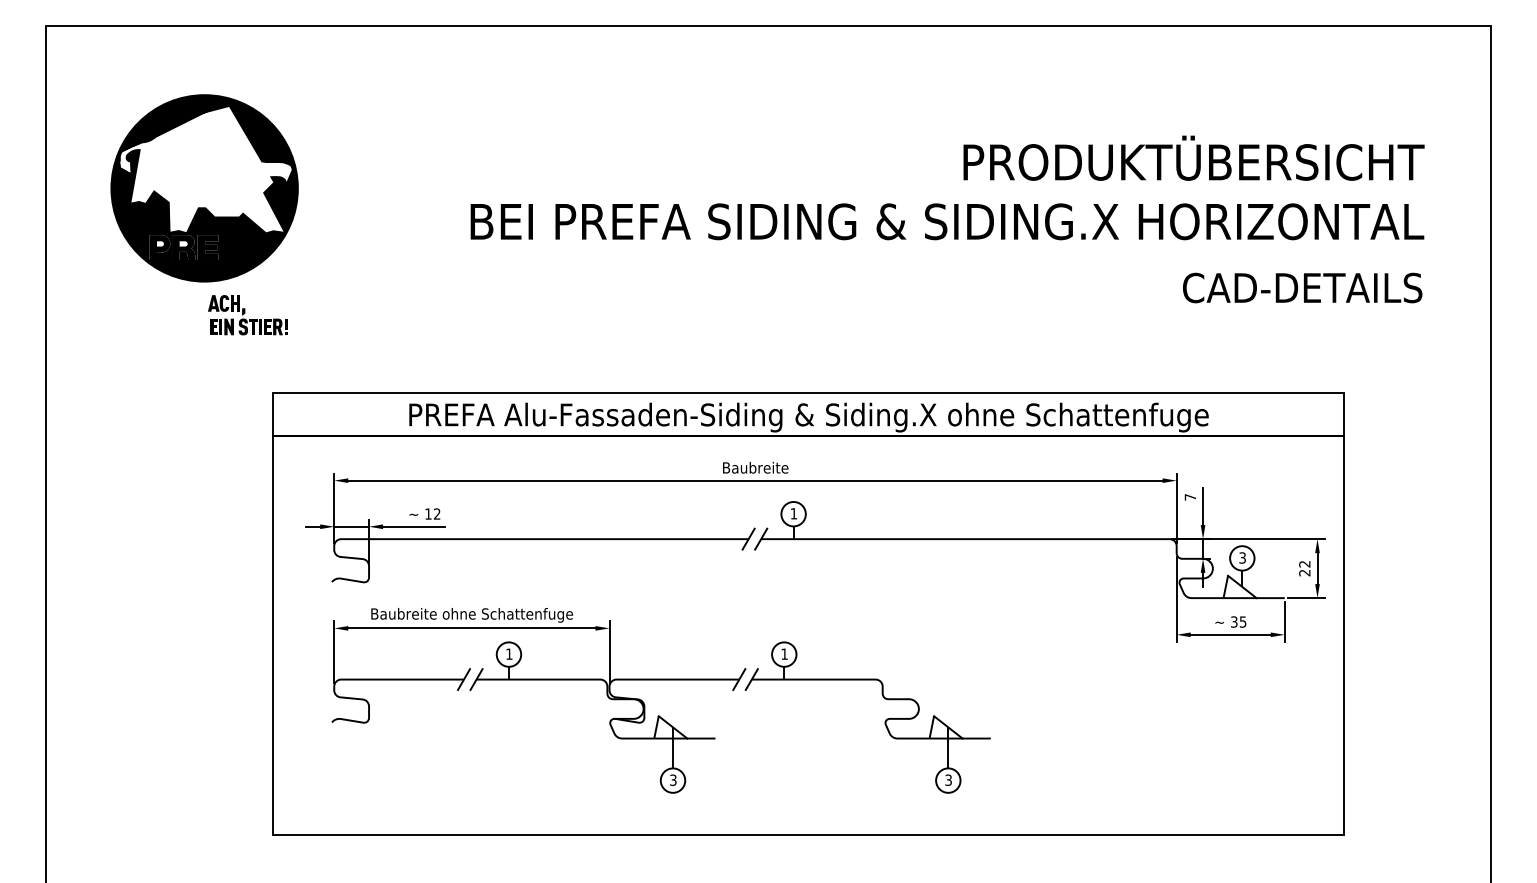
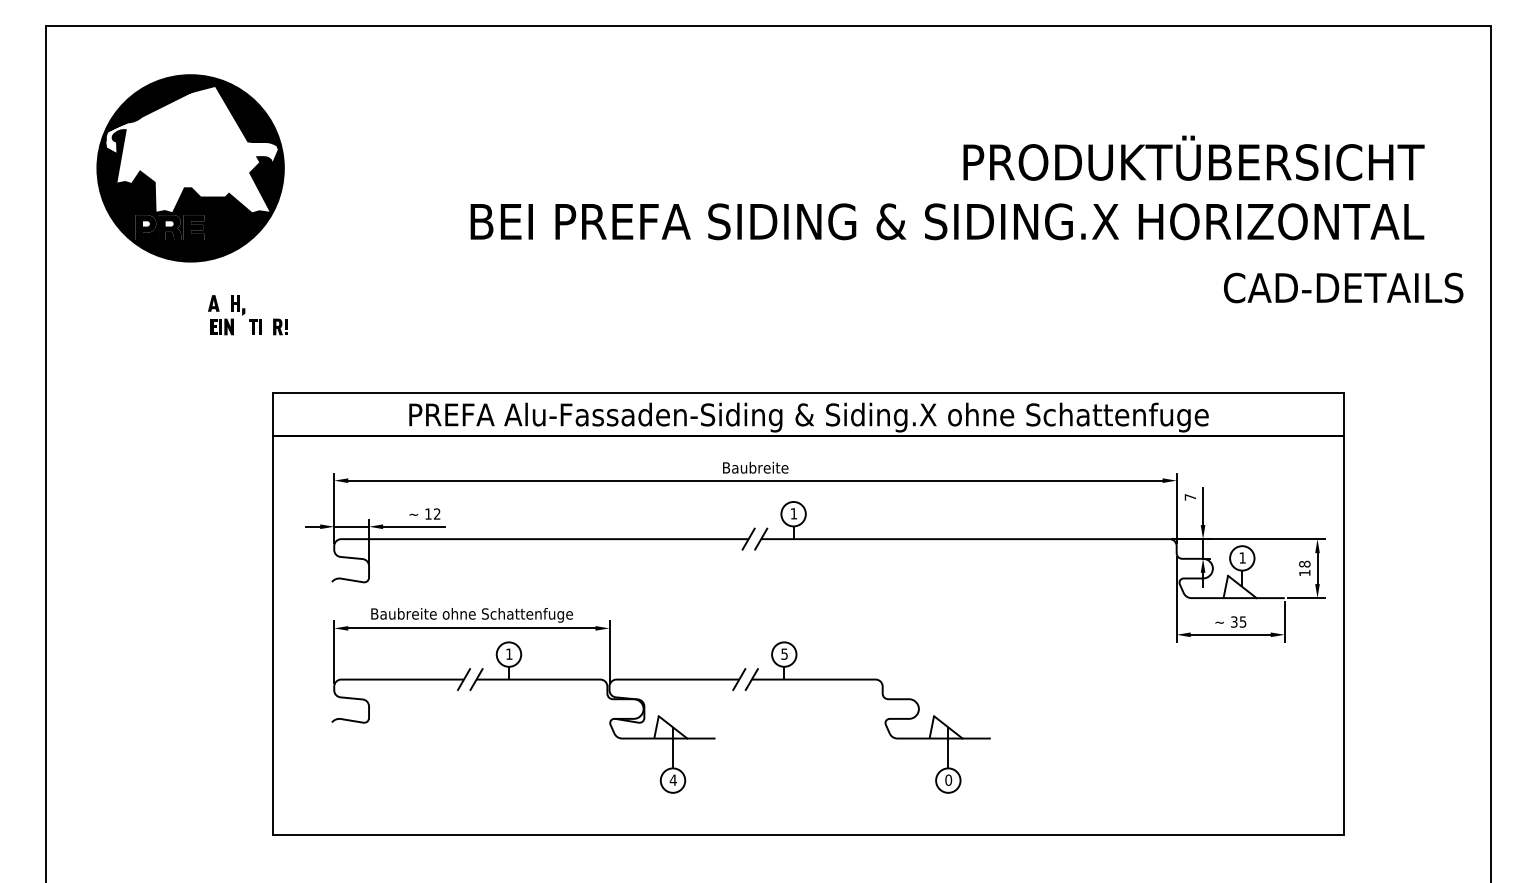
part at (204, 188) position: (204, 188) -> (190, 168)
text at (1302, 287) position: (1302, 287) -> (1343, 287)
fill at (224, 303): present -> none
fill at (243, 326): present -> none
fill at (267, 326): present -> none
text at (1242, 557): 3 -> 1
text at (1304, 568): 22 -> 18
text at (784, 653): 1 -> 5
text at (672, 779): 3 -> 4
text at (948, 779): 3 -> 0
